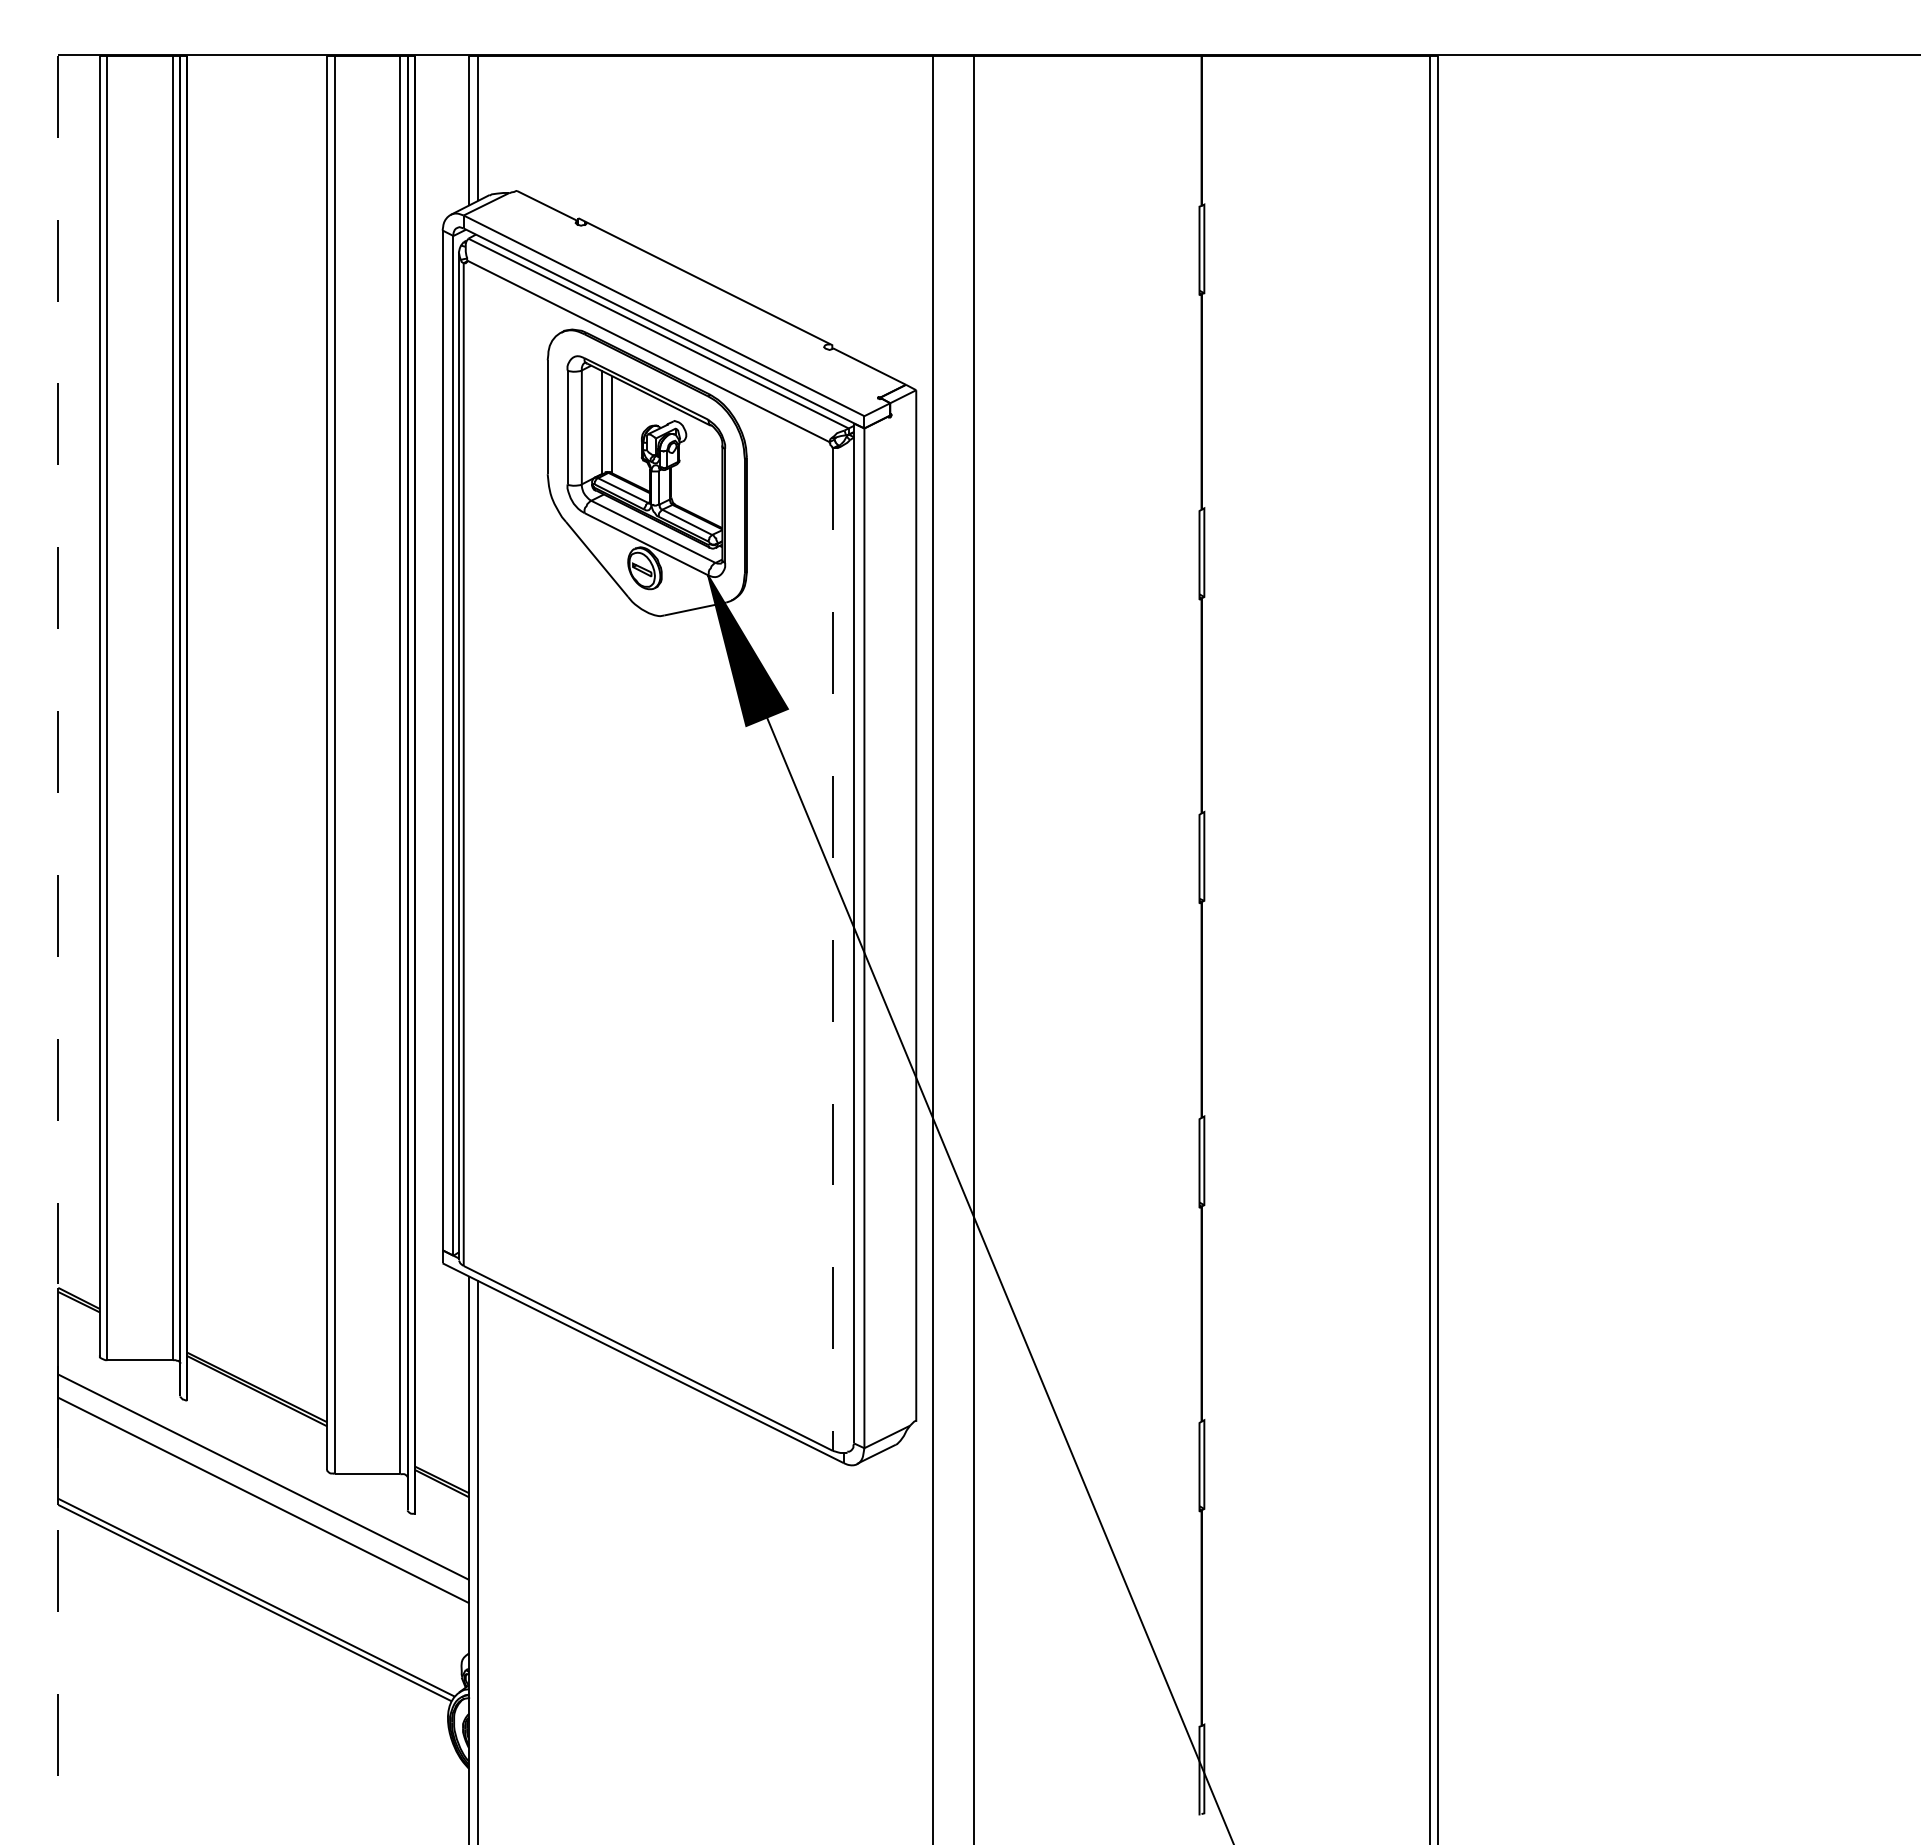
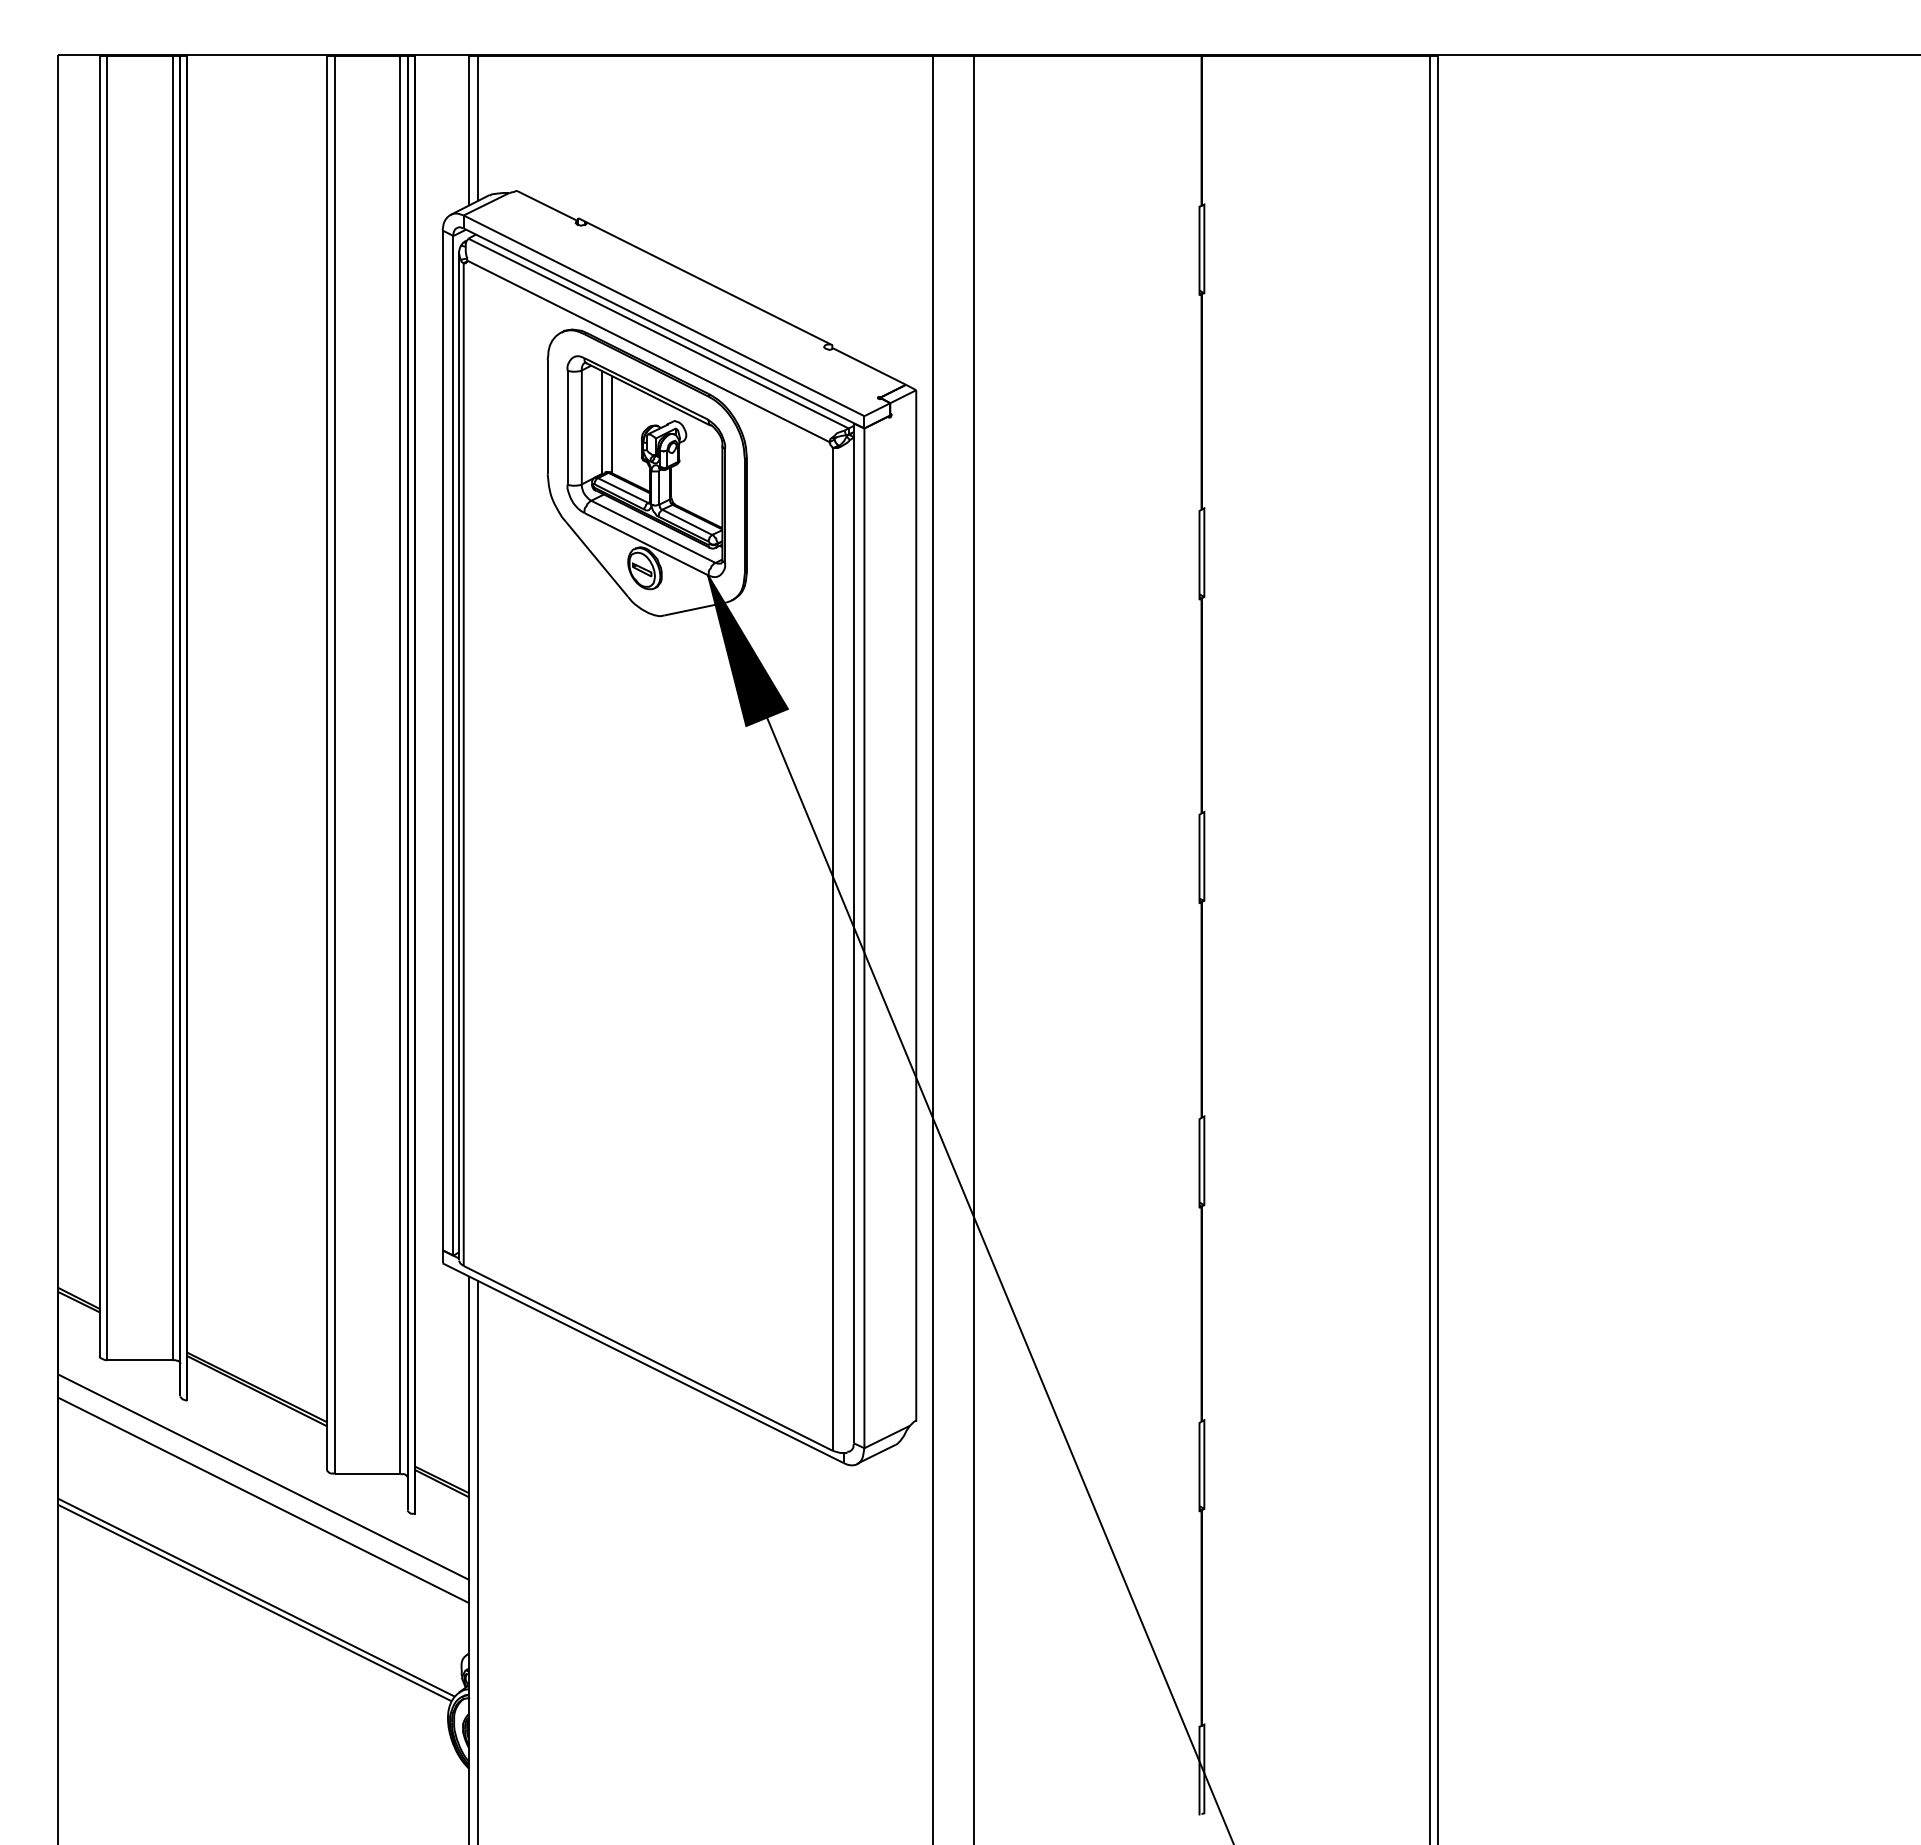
line at (57, 949): dashed -> solid
line at (832, 950): dashed -> solid
